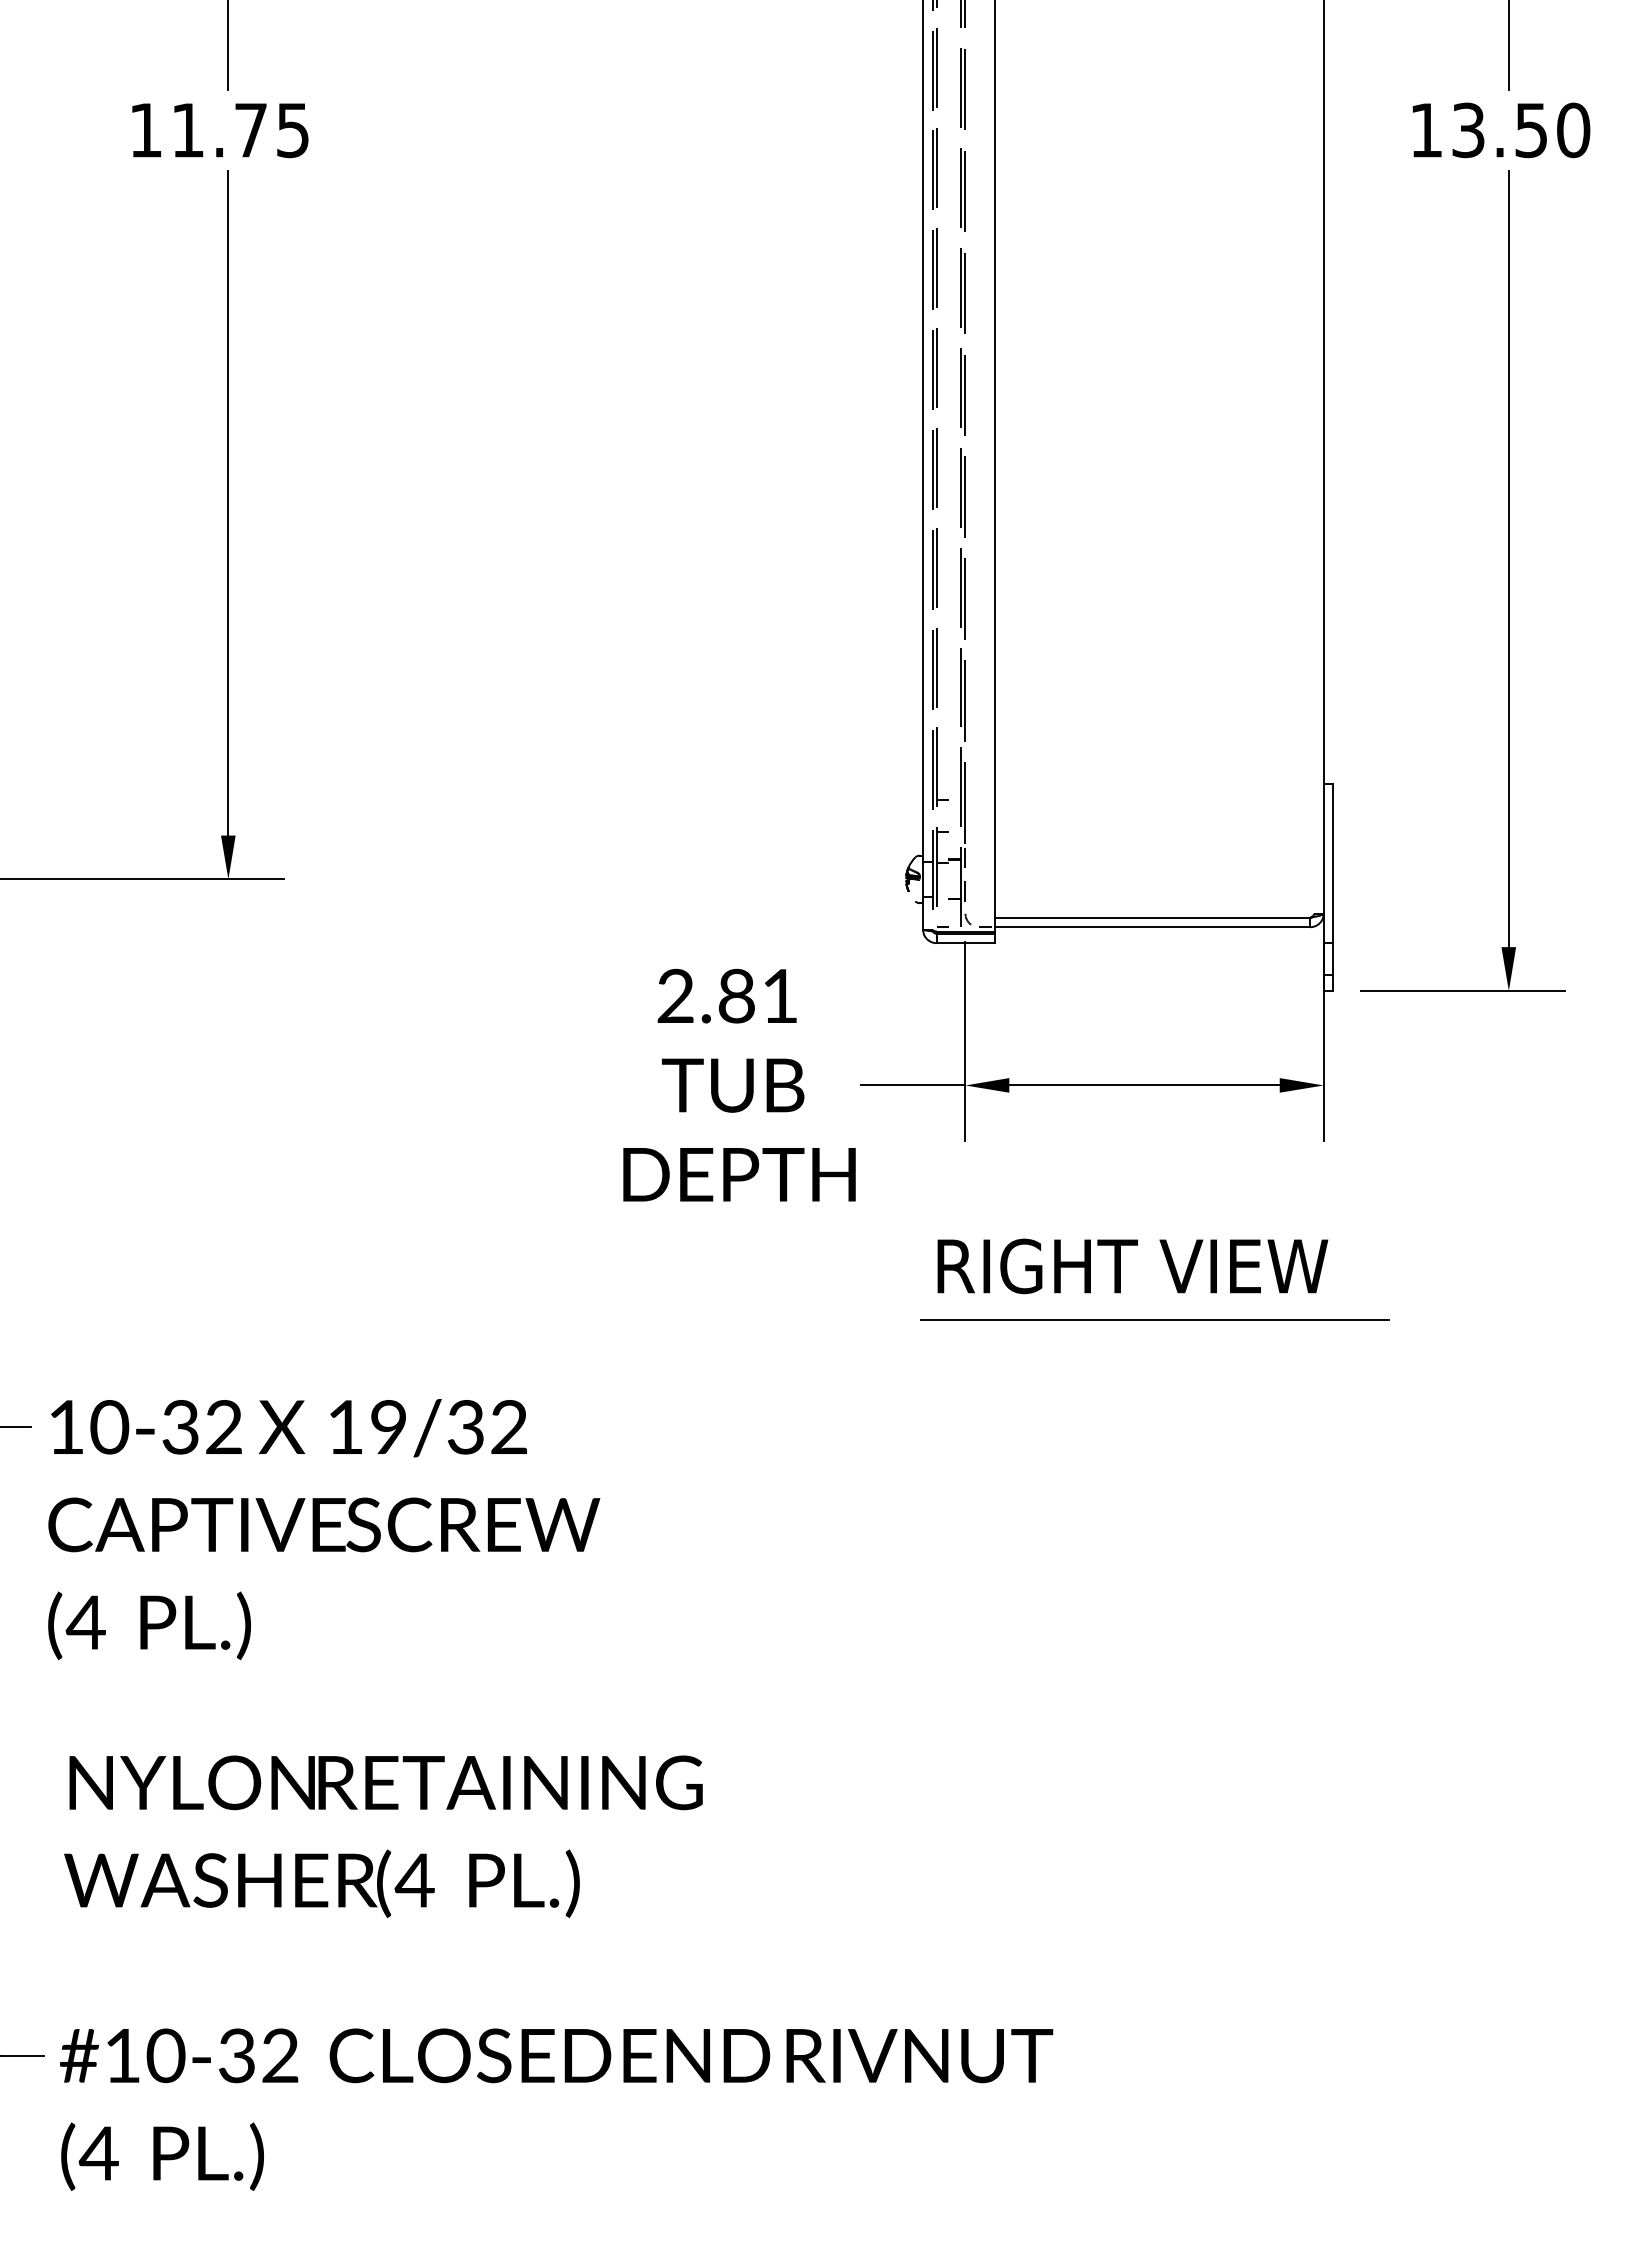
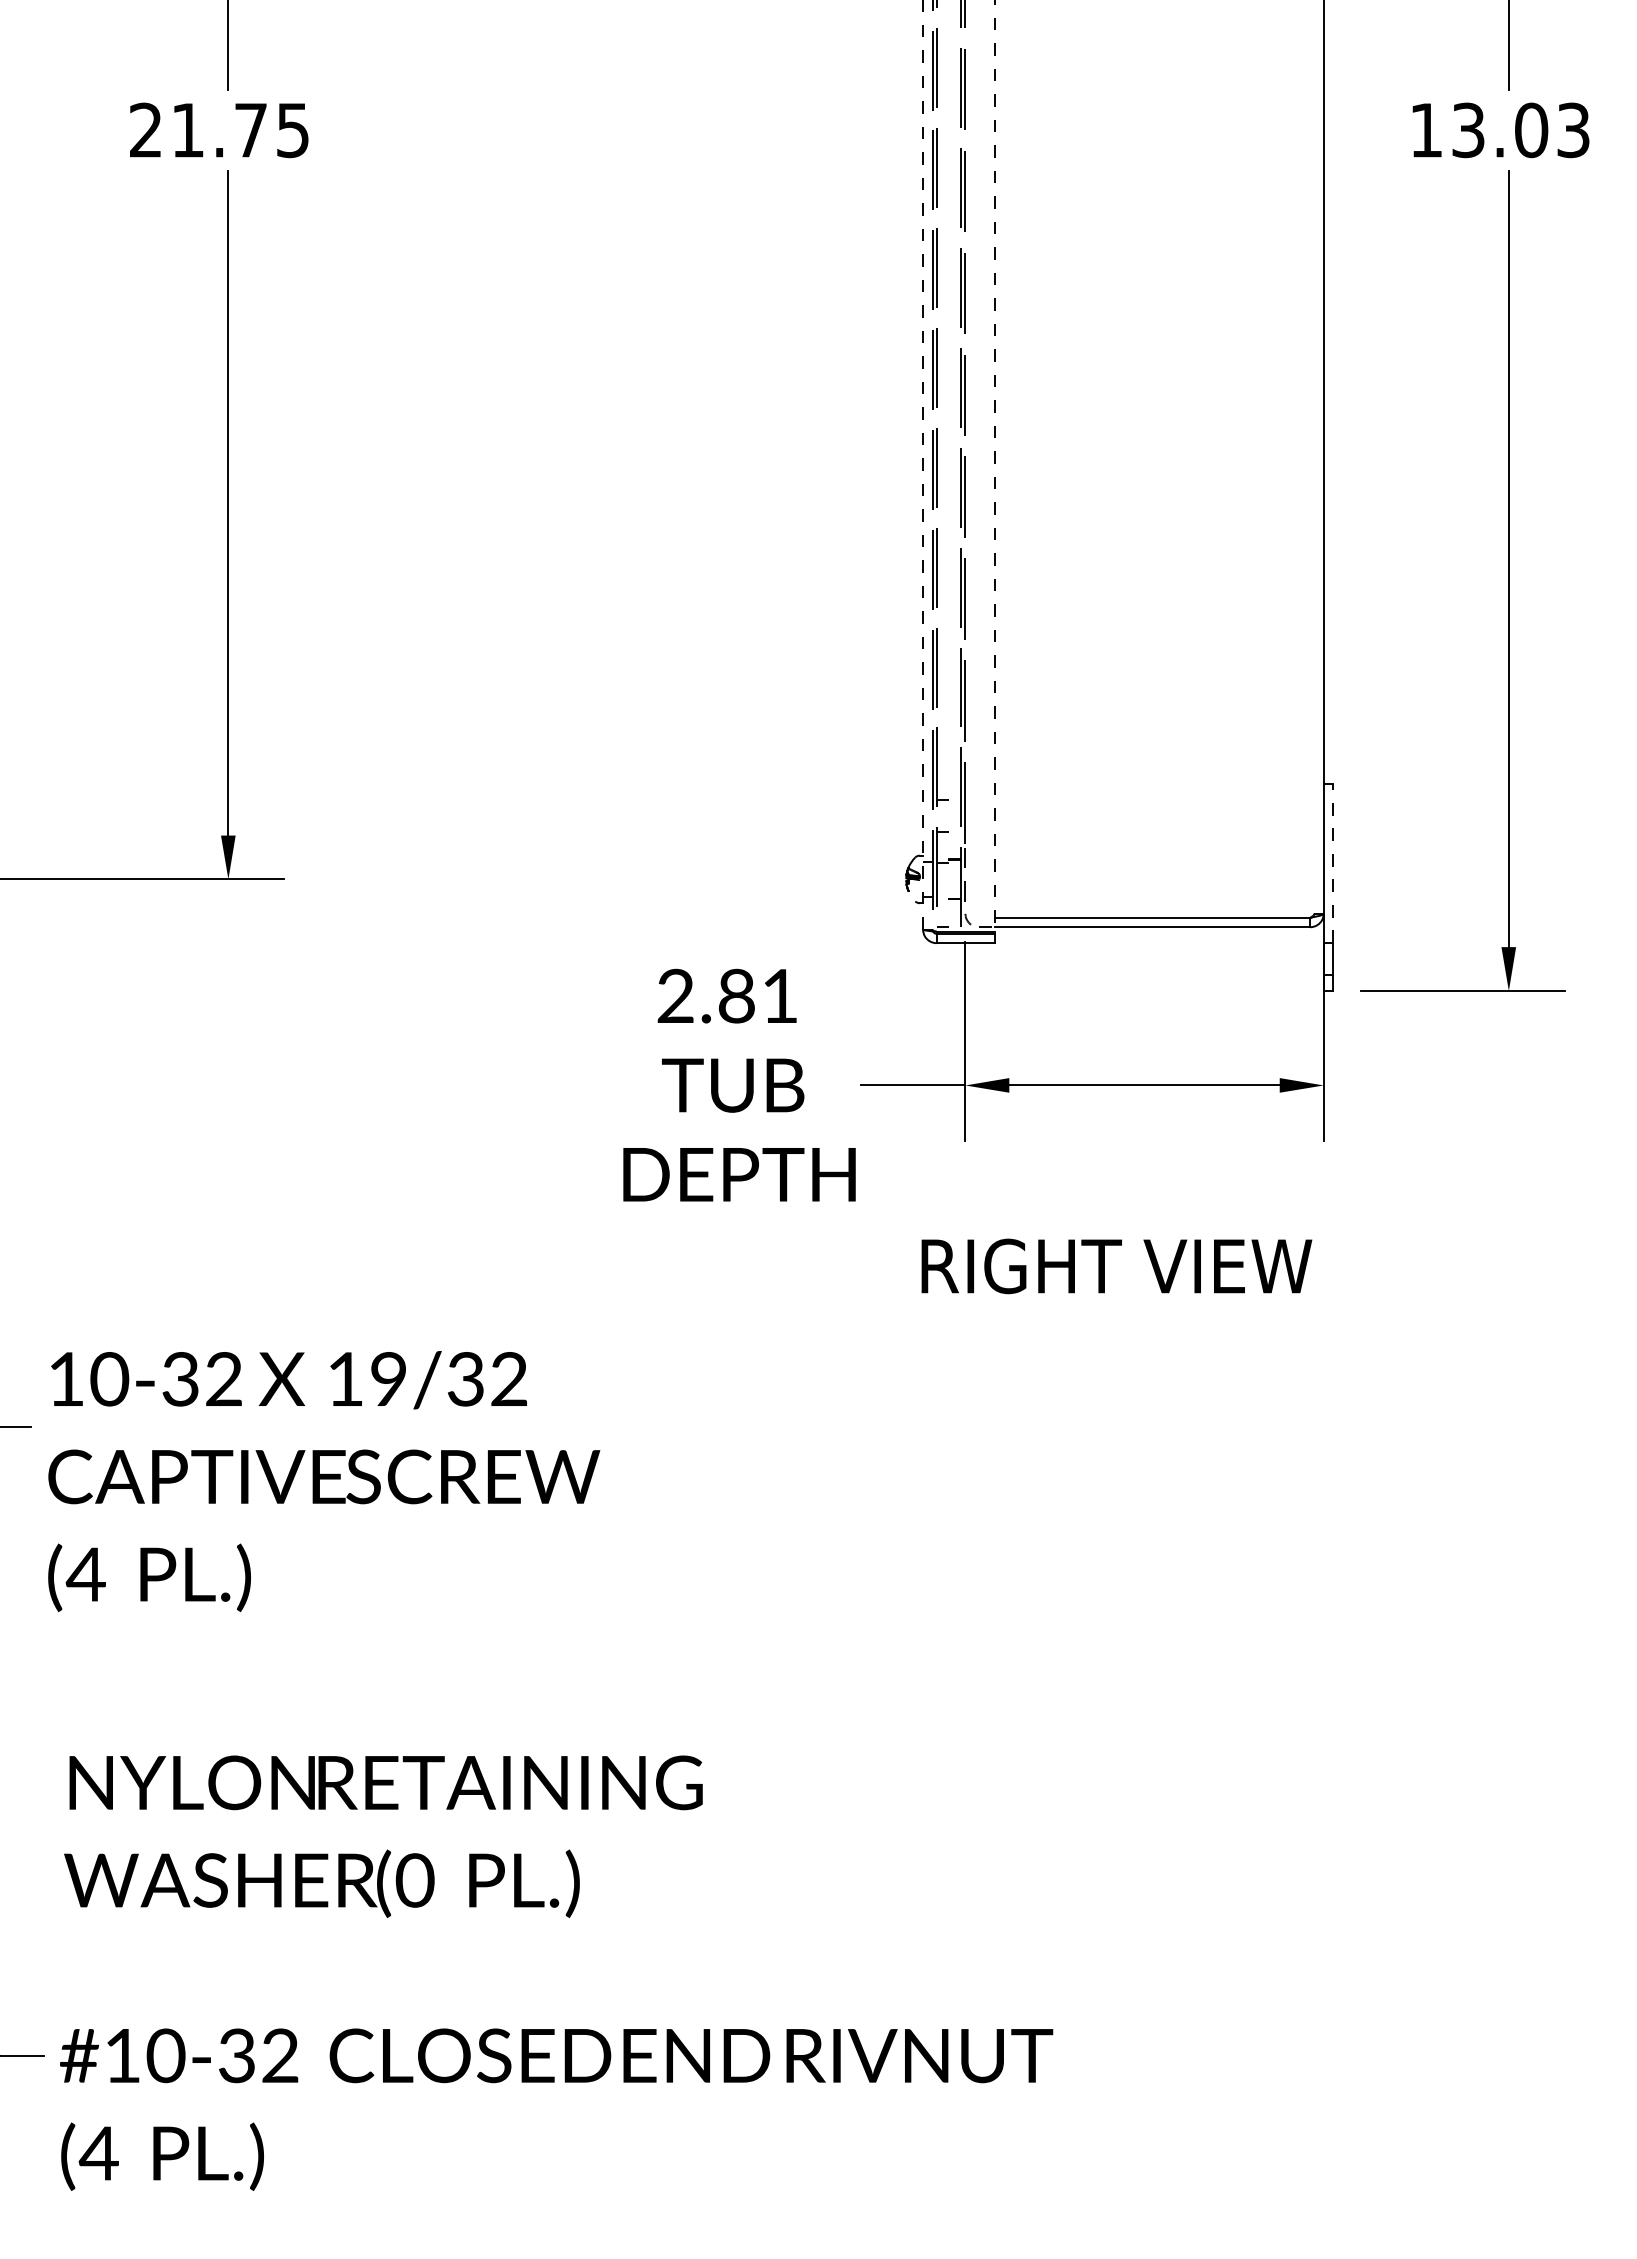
text at (145, 129): 11.75 -> 21.75
text at (1552, 130): 13.50 -> 13.03
line at (923, 464): solid -> dashed
line at (994, 466): solid -> dashed
line at (1333, 863): solid -> dashed
text at (1132, 1266) position: (1132, 1266) -> (1116, 1266)
line at (1154, 1320): present -> none
text at (324, 1529) position: (324, 1529) -> (324, 1481)
text at (414, 1880): (4 -> (0
